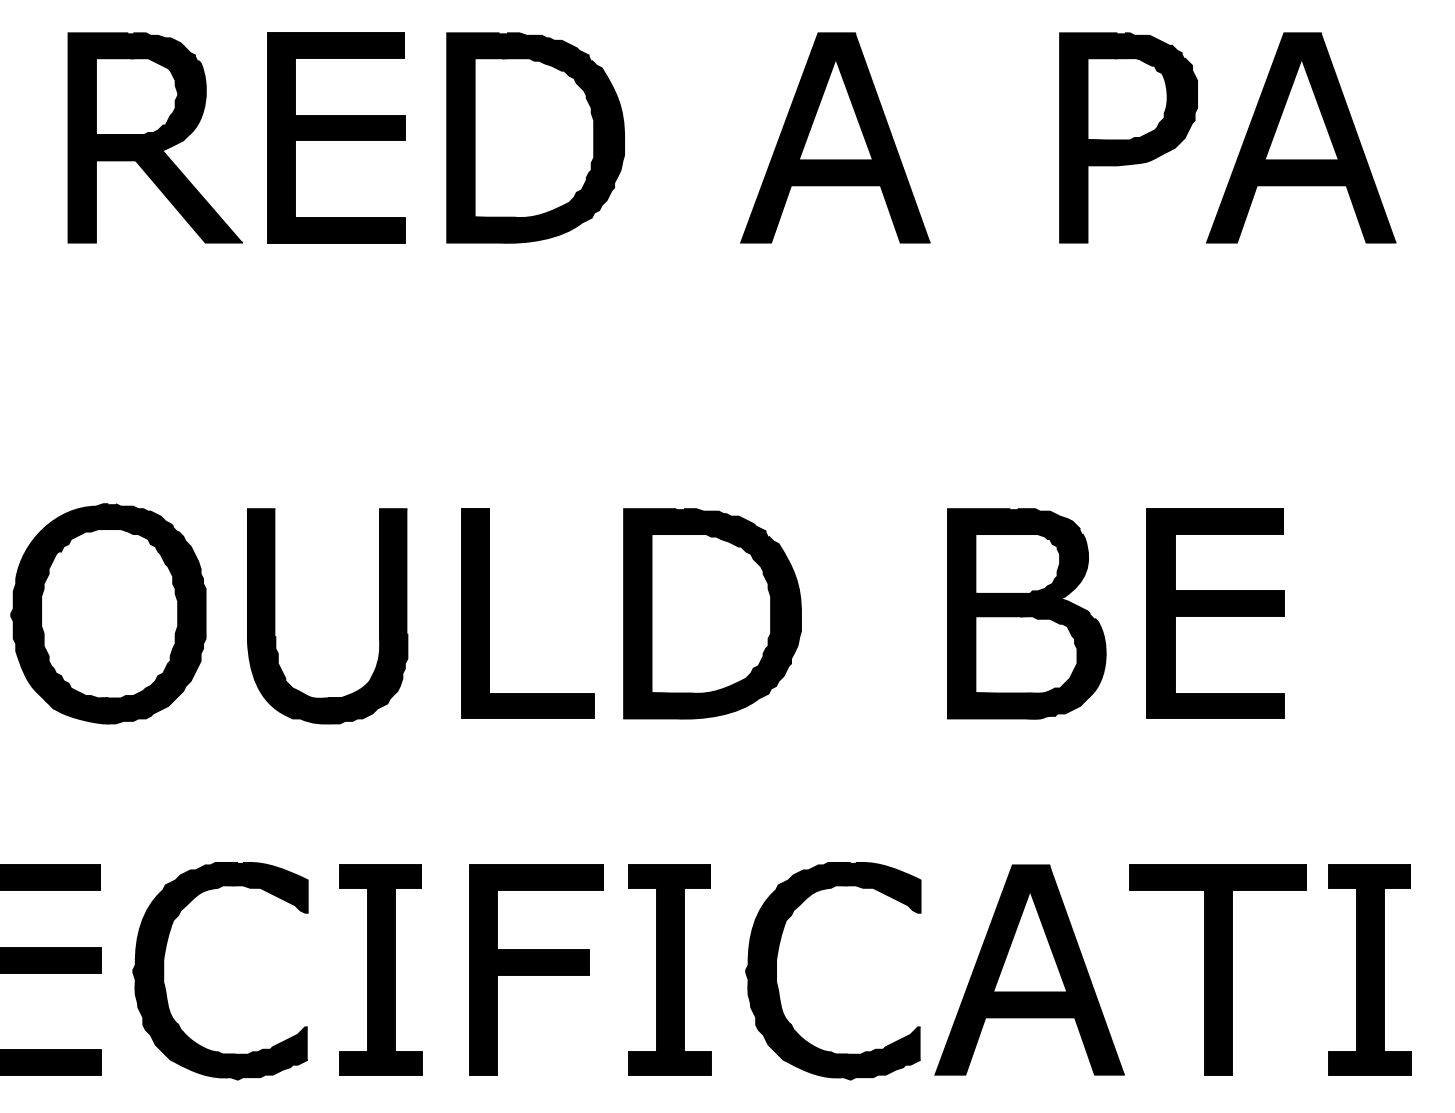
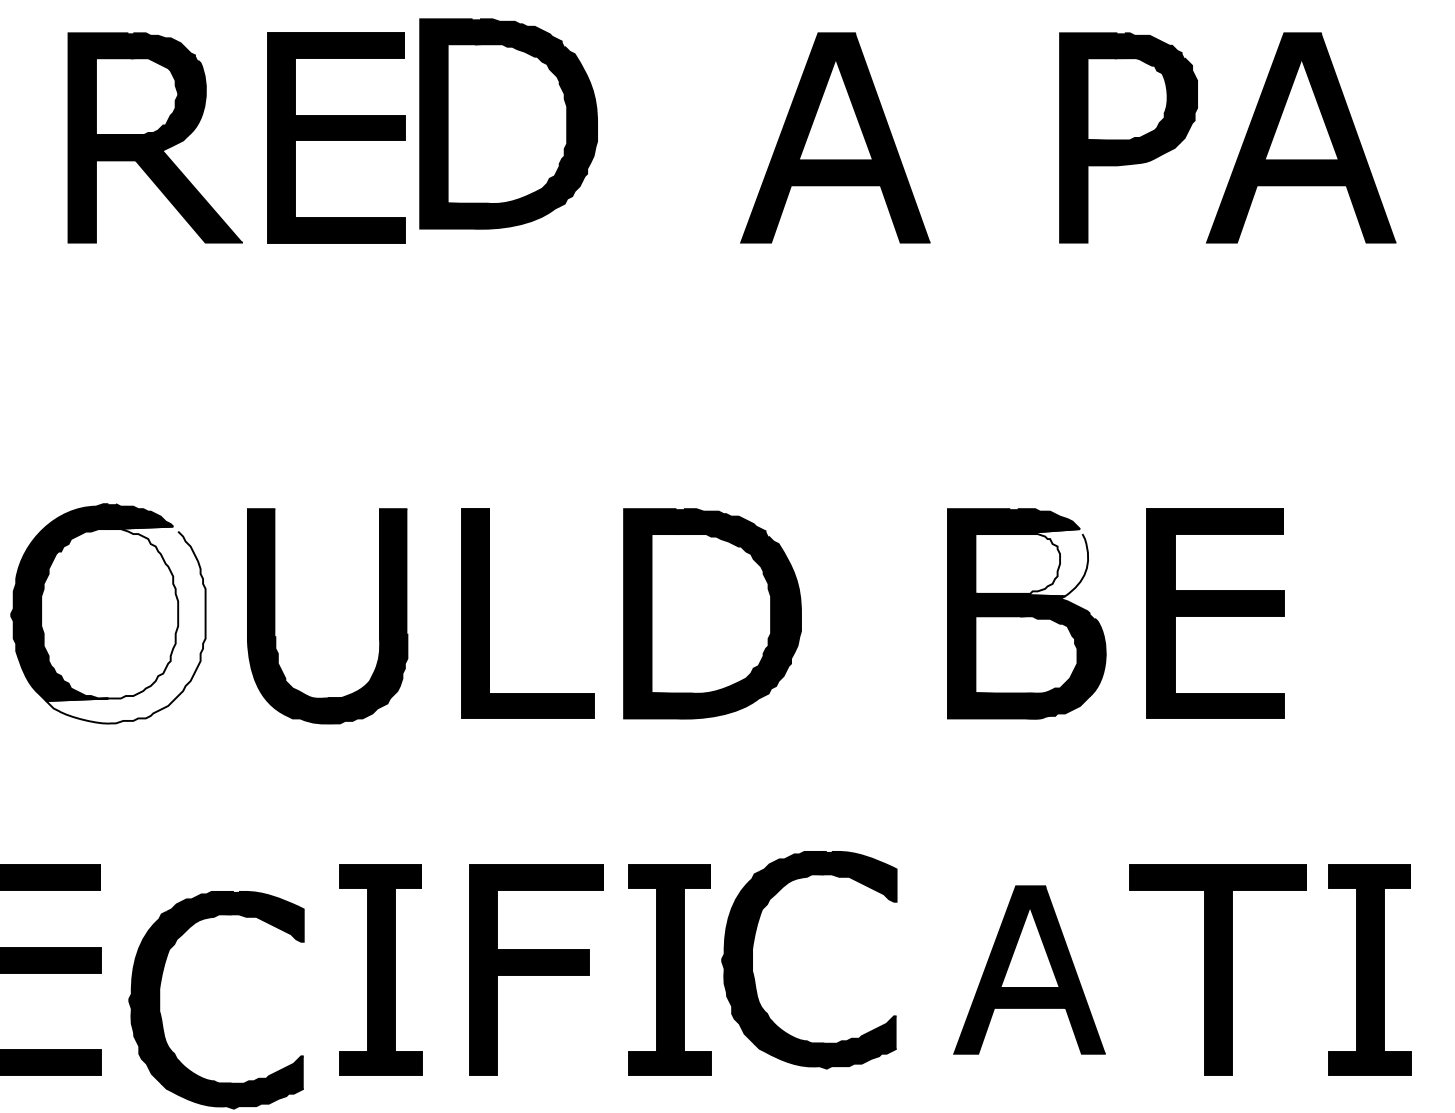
part at (535, 137) position: (535, 137) -> (508, 123)
fill at (1031, 562): present -> none
fill at (125, 624): present -> none
part at (1029, 969) size: 191x212 px -> 153x170 px
part at (164, 971) position: (164, 971) -> (160, 1000)
part at (776, 971) position: (776, 971) -> (752, 960)
